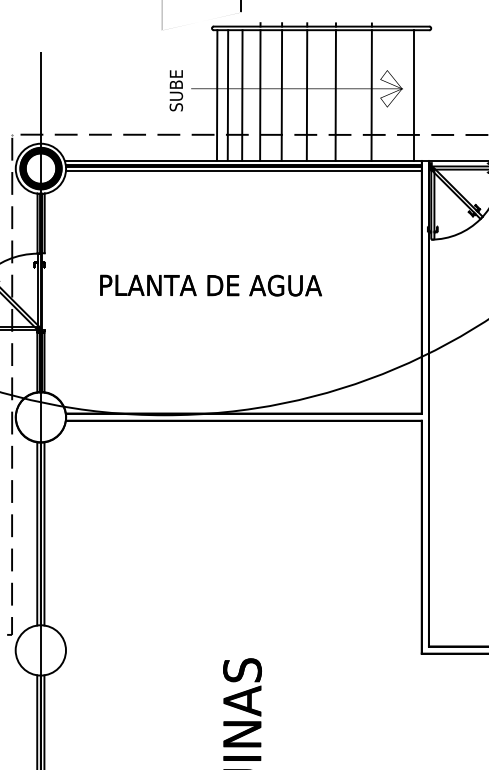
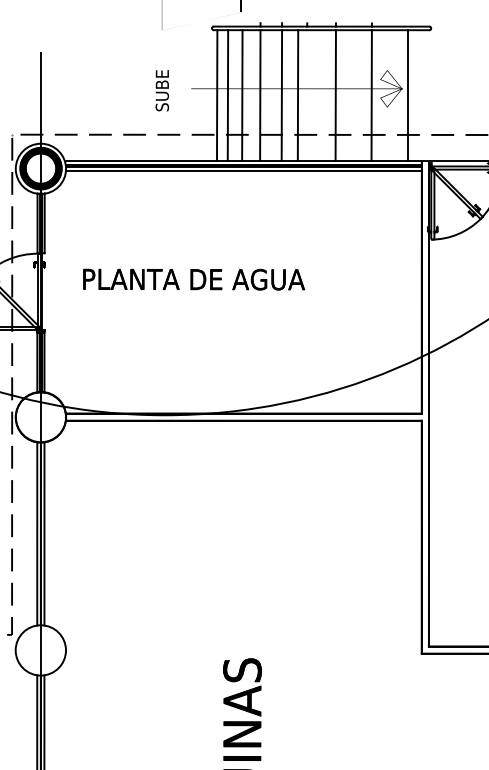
text at (176, 90) position: (176, 90) -> (162, 90)
line at (306, 95) position: (306, 95) -> (297, 95)
line at (414, 95) position: (414, 95) -> (408, 95)
text at (210, 285) position: (210, 285) -> (193, 279)
